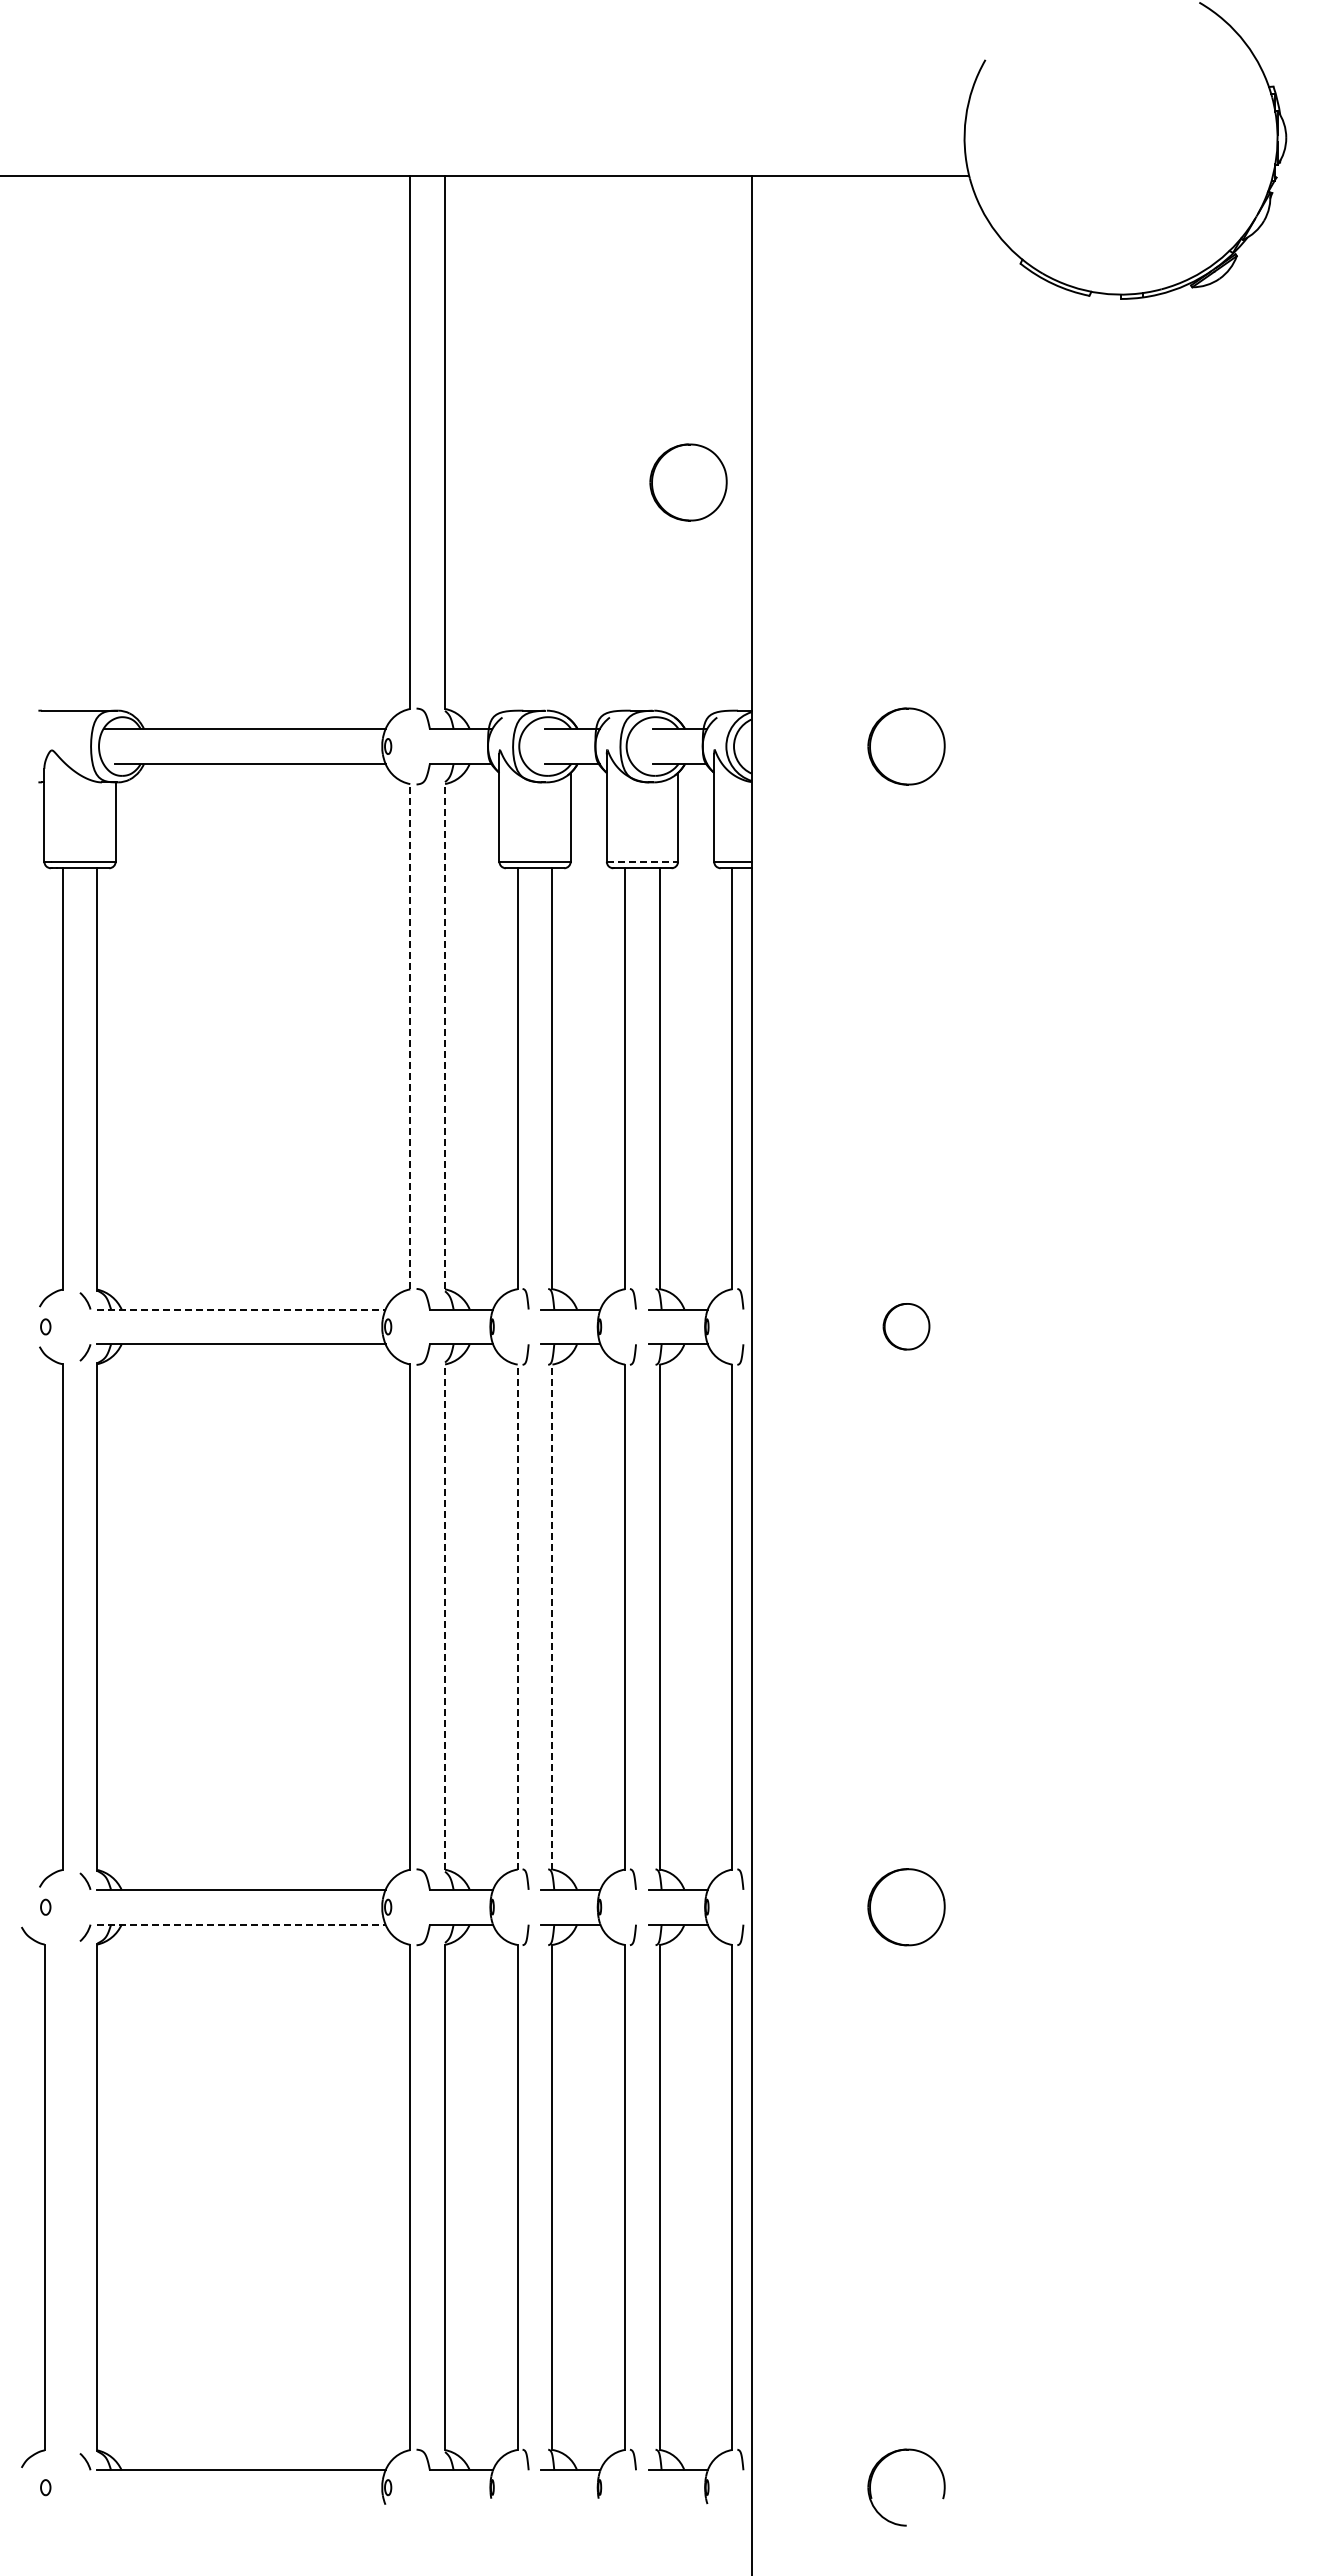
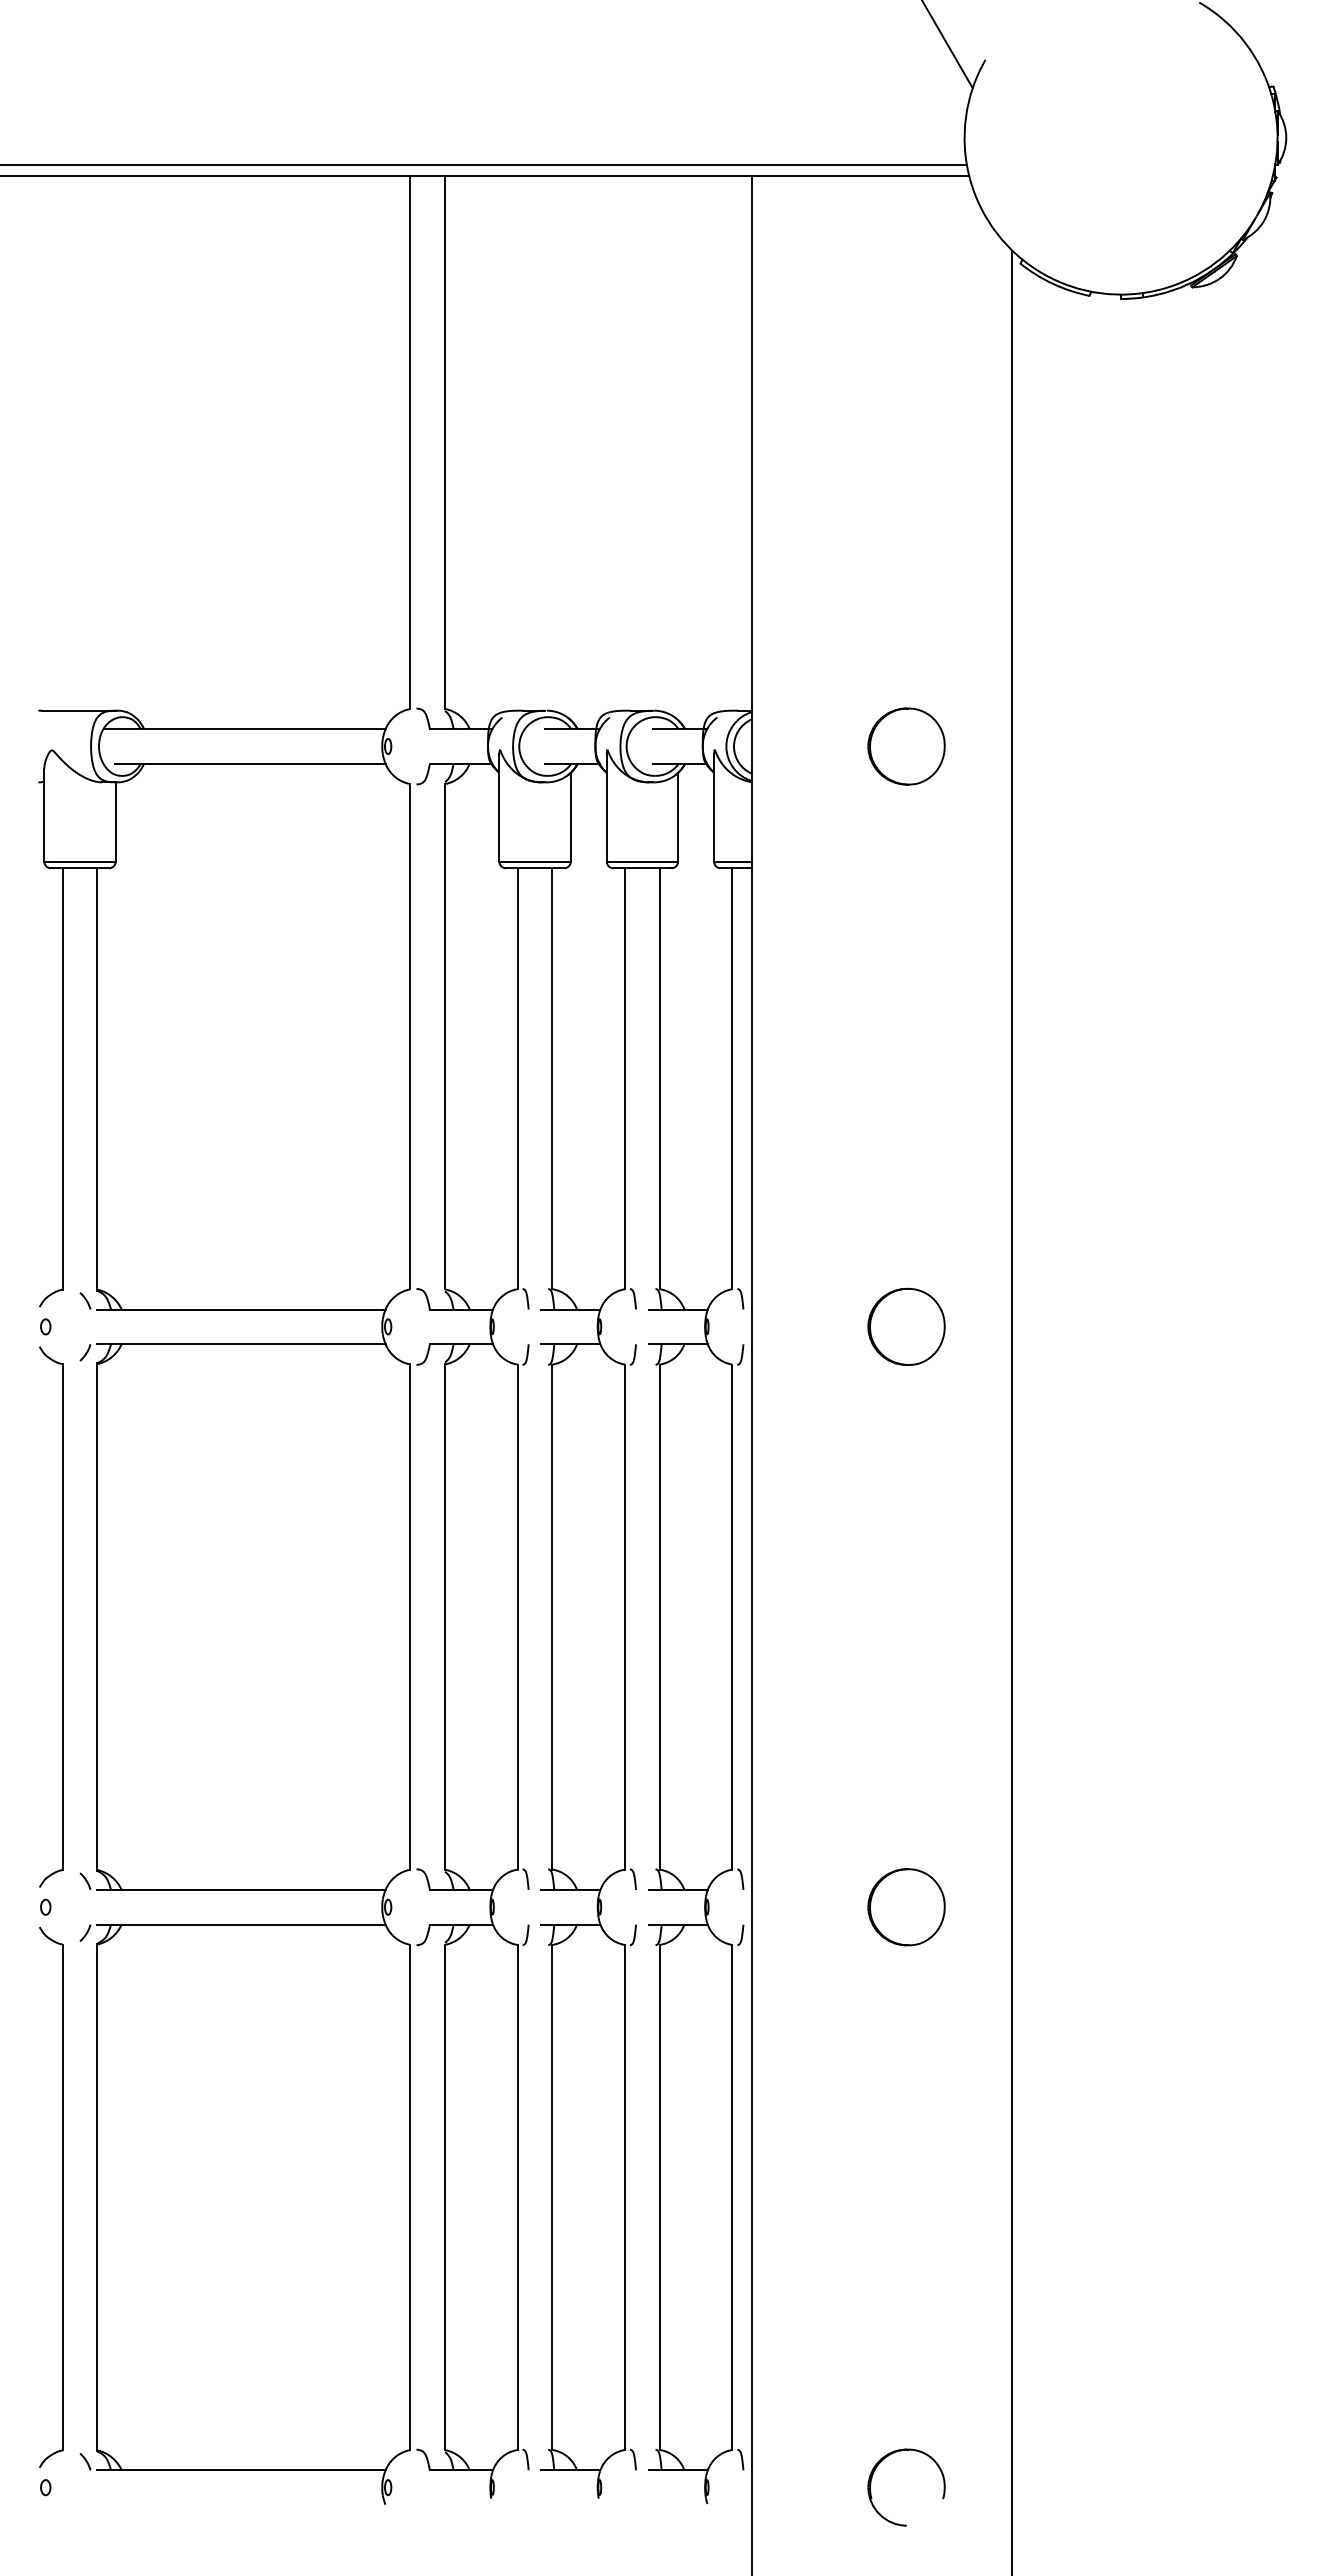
line at (947, 45): none -> present
line at (484, 165): none -> present
part at (688, 482): present -> none
line at (643, 861): dashed -> solid
line at (410, 1036): dashed -> solid
line at (445, 1036): dashed -> solid
line at (242, 1309): dashed -> solid
part at (906, 1326) size: 49x48 px -> 79x79 px
line at (1012, 1411): none -> present
line at (517, 1616): dashed -> solid
line at (552, 1616): dashed -> solid
line at (445, 1617): dashed -> solid
line at (242, 1924): dashed -> solid
part at (44, 2196) position: (44, 2196) -> (62, 2196)
